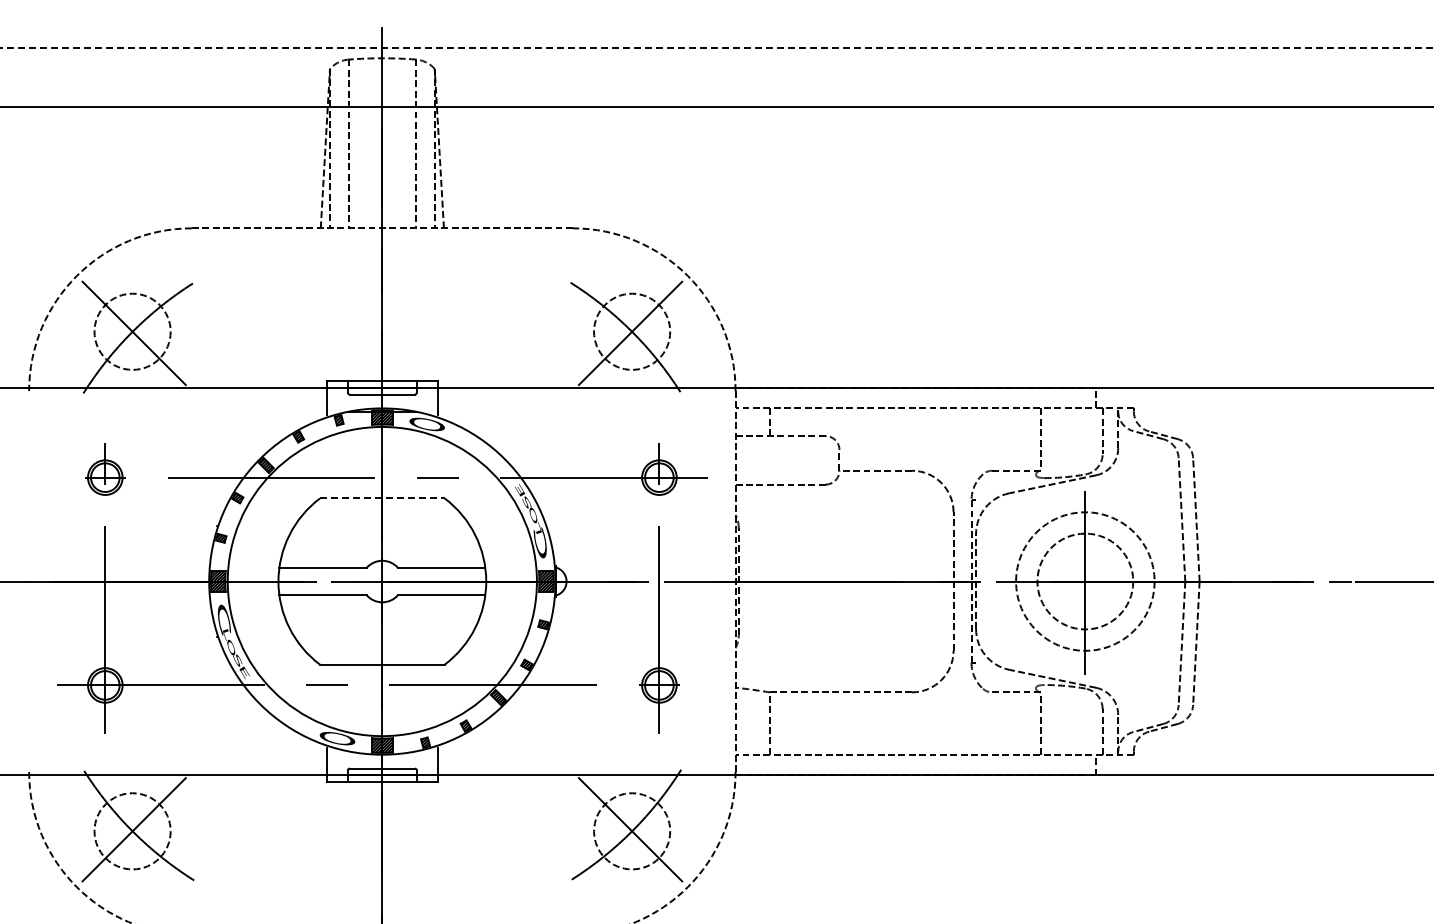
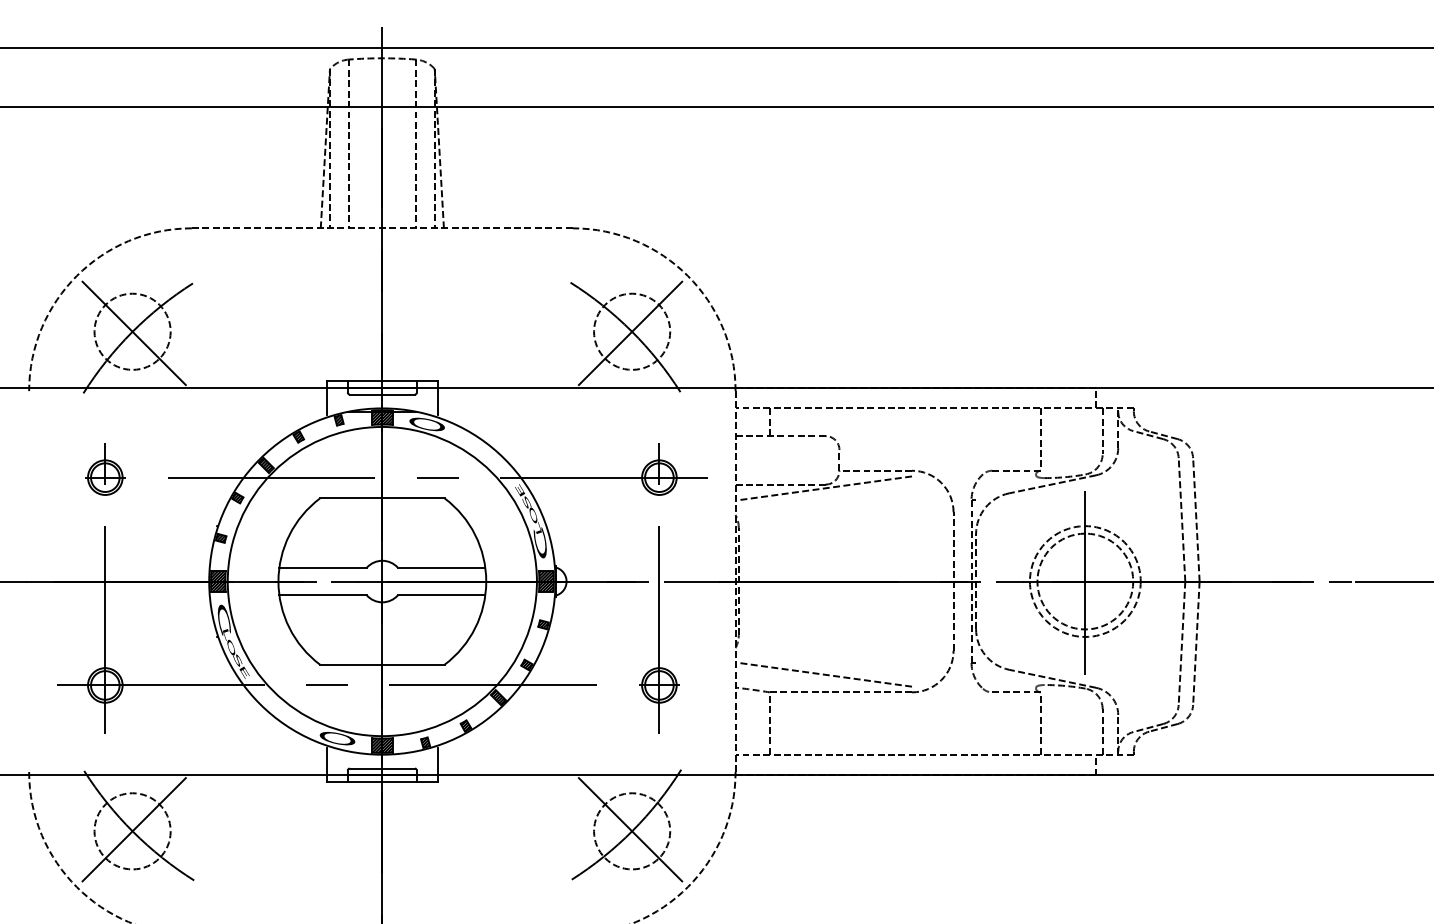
line at (716, 48): dashed -> solid
line at (825, 488): none -> present
line at (382, 498): dashed -> solid
circle at (1085, 581) diameter: 139 px -> 111 px
line at (825, 674): none -> present
